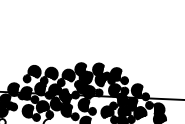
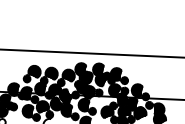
line at (91, 53): none -> present
